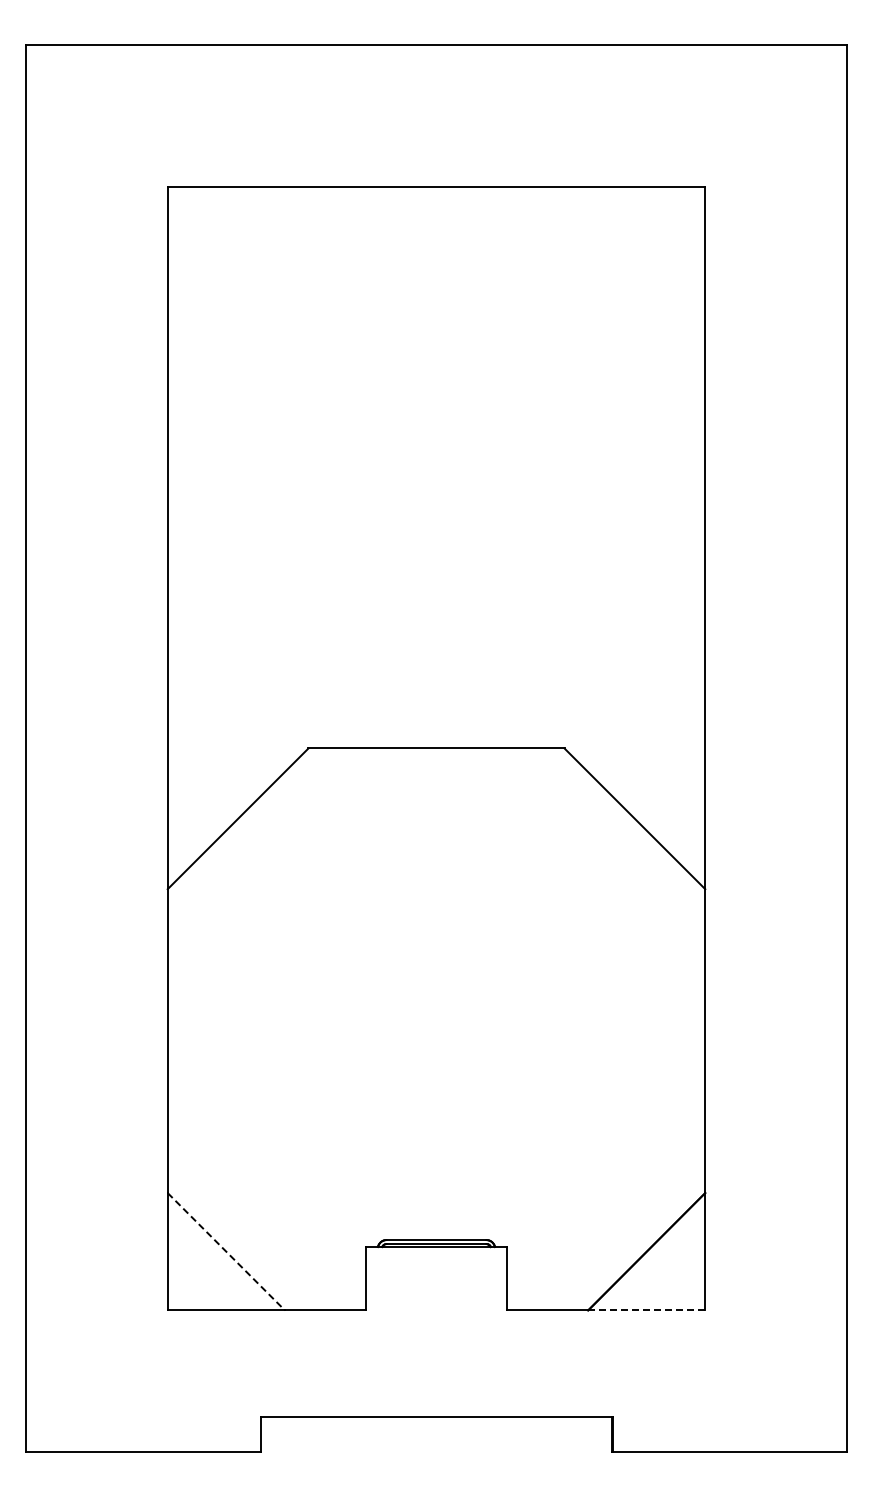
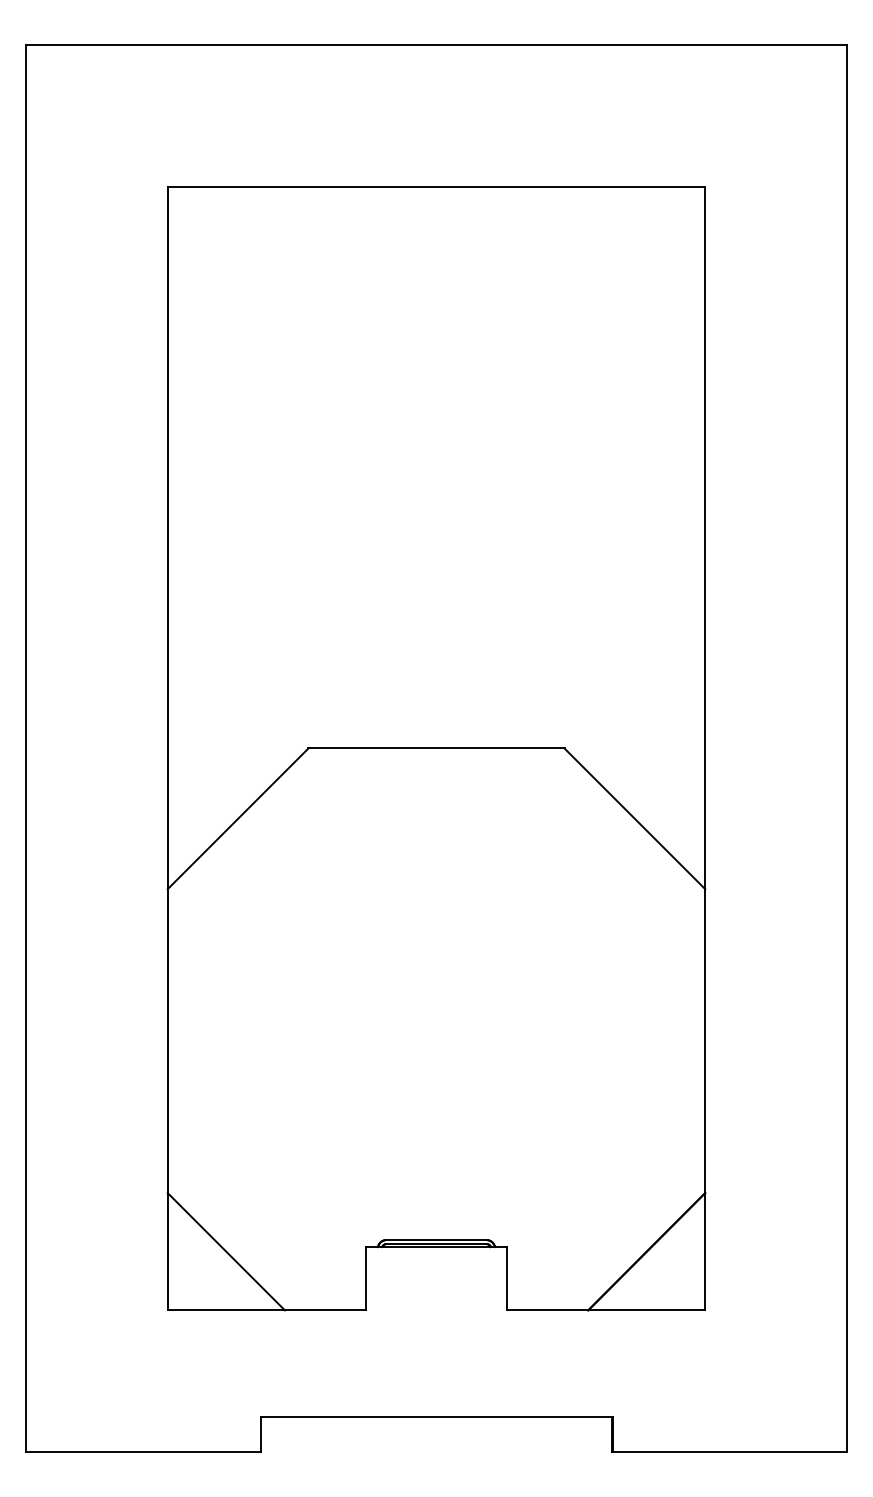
line at (226, 1251): dashed -> solid
line at (646, 1310): dashed -> solid
